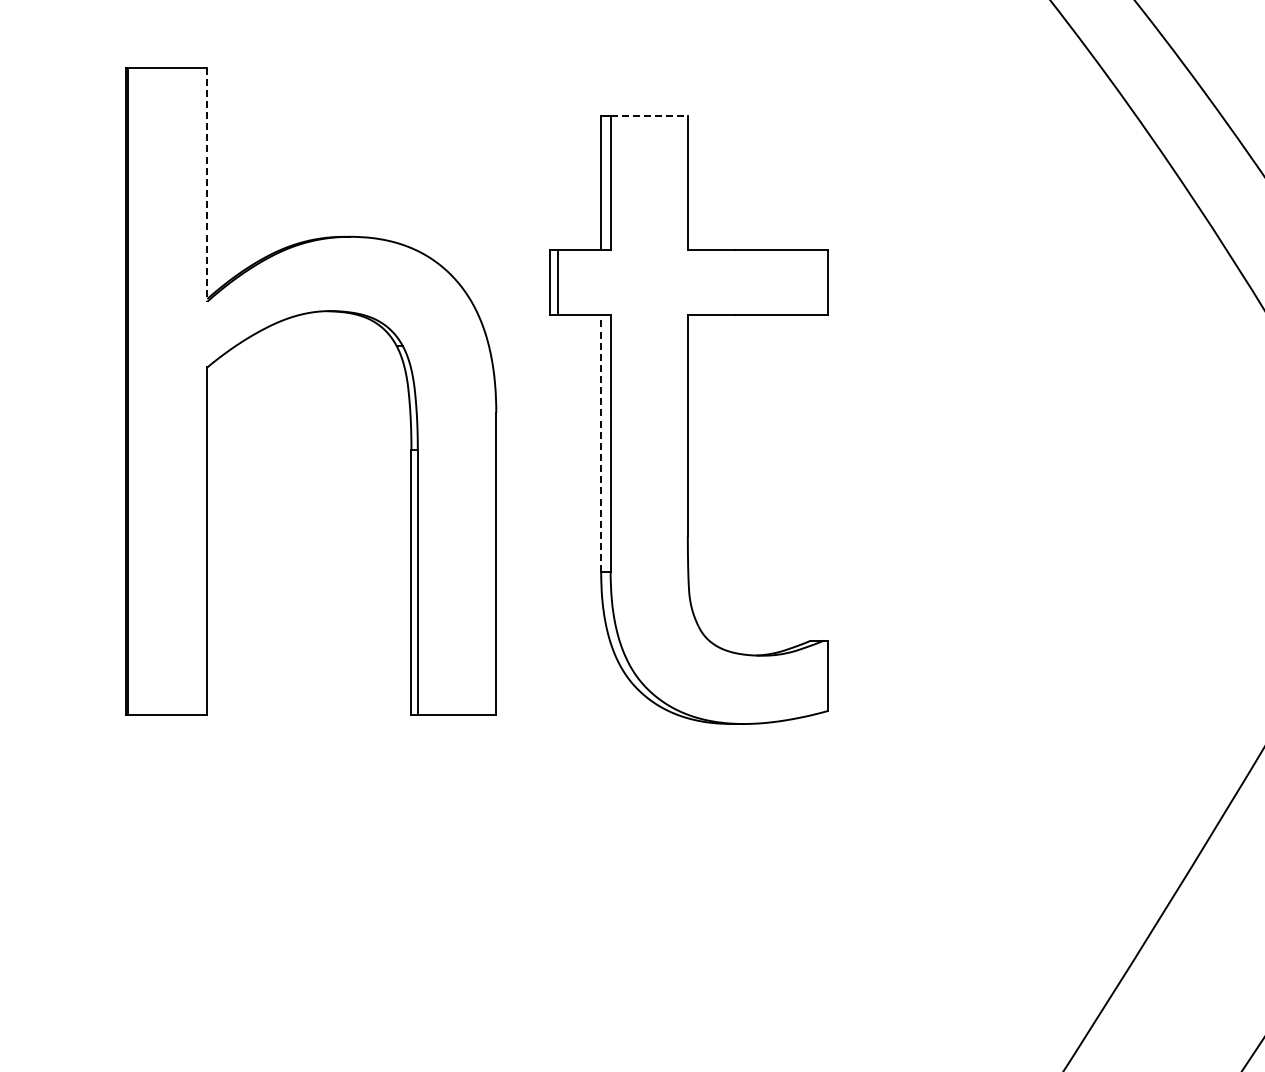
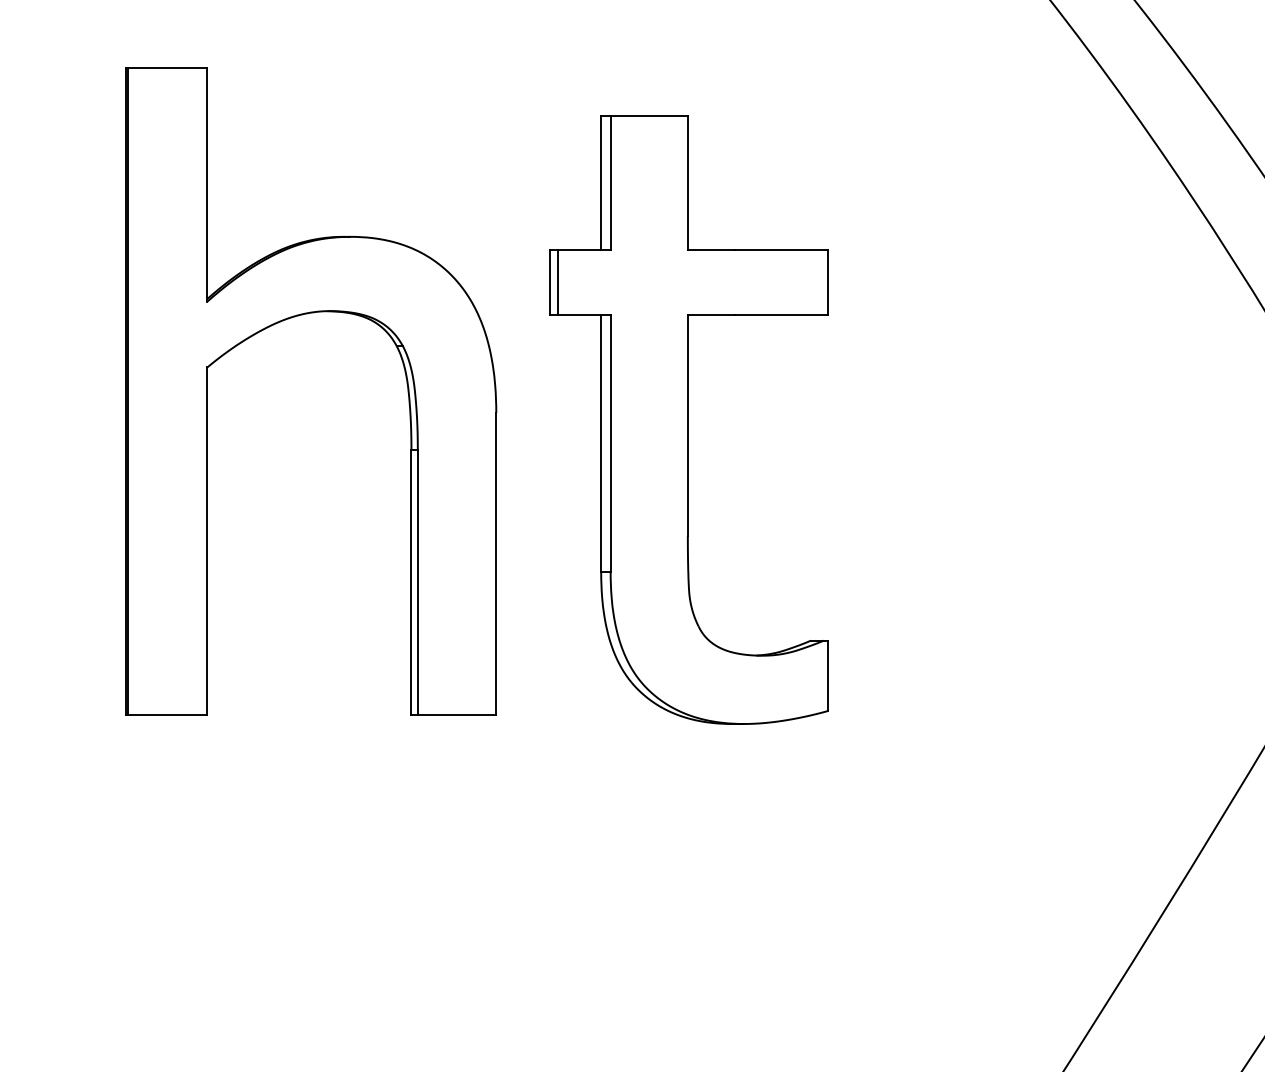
line at (649, 116): dashed -> solid
line at (207, 185): dashed -> solid
line at (601, 443): dashed -> solid
